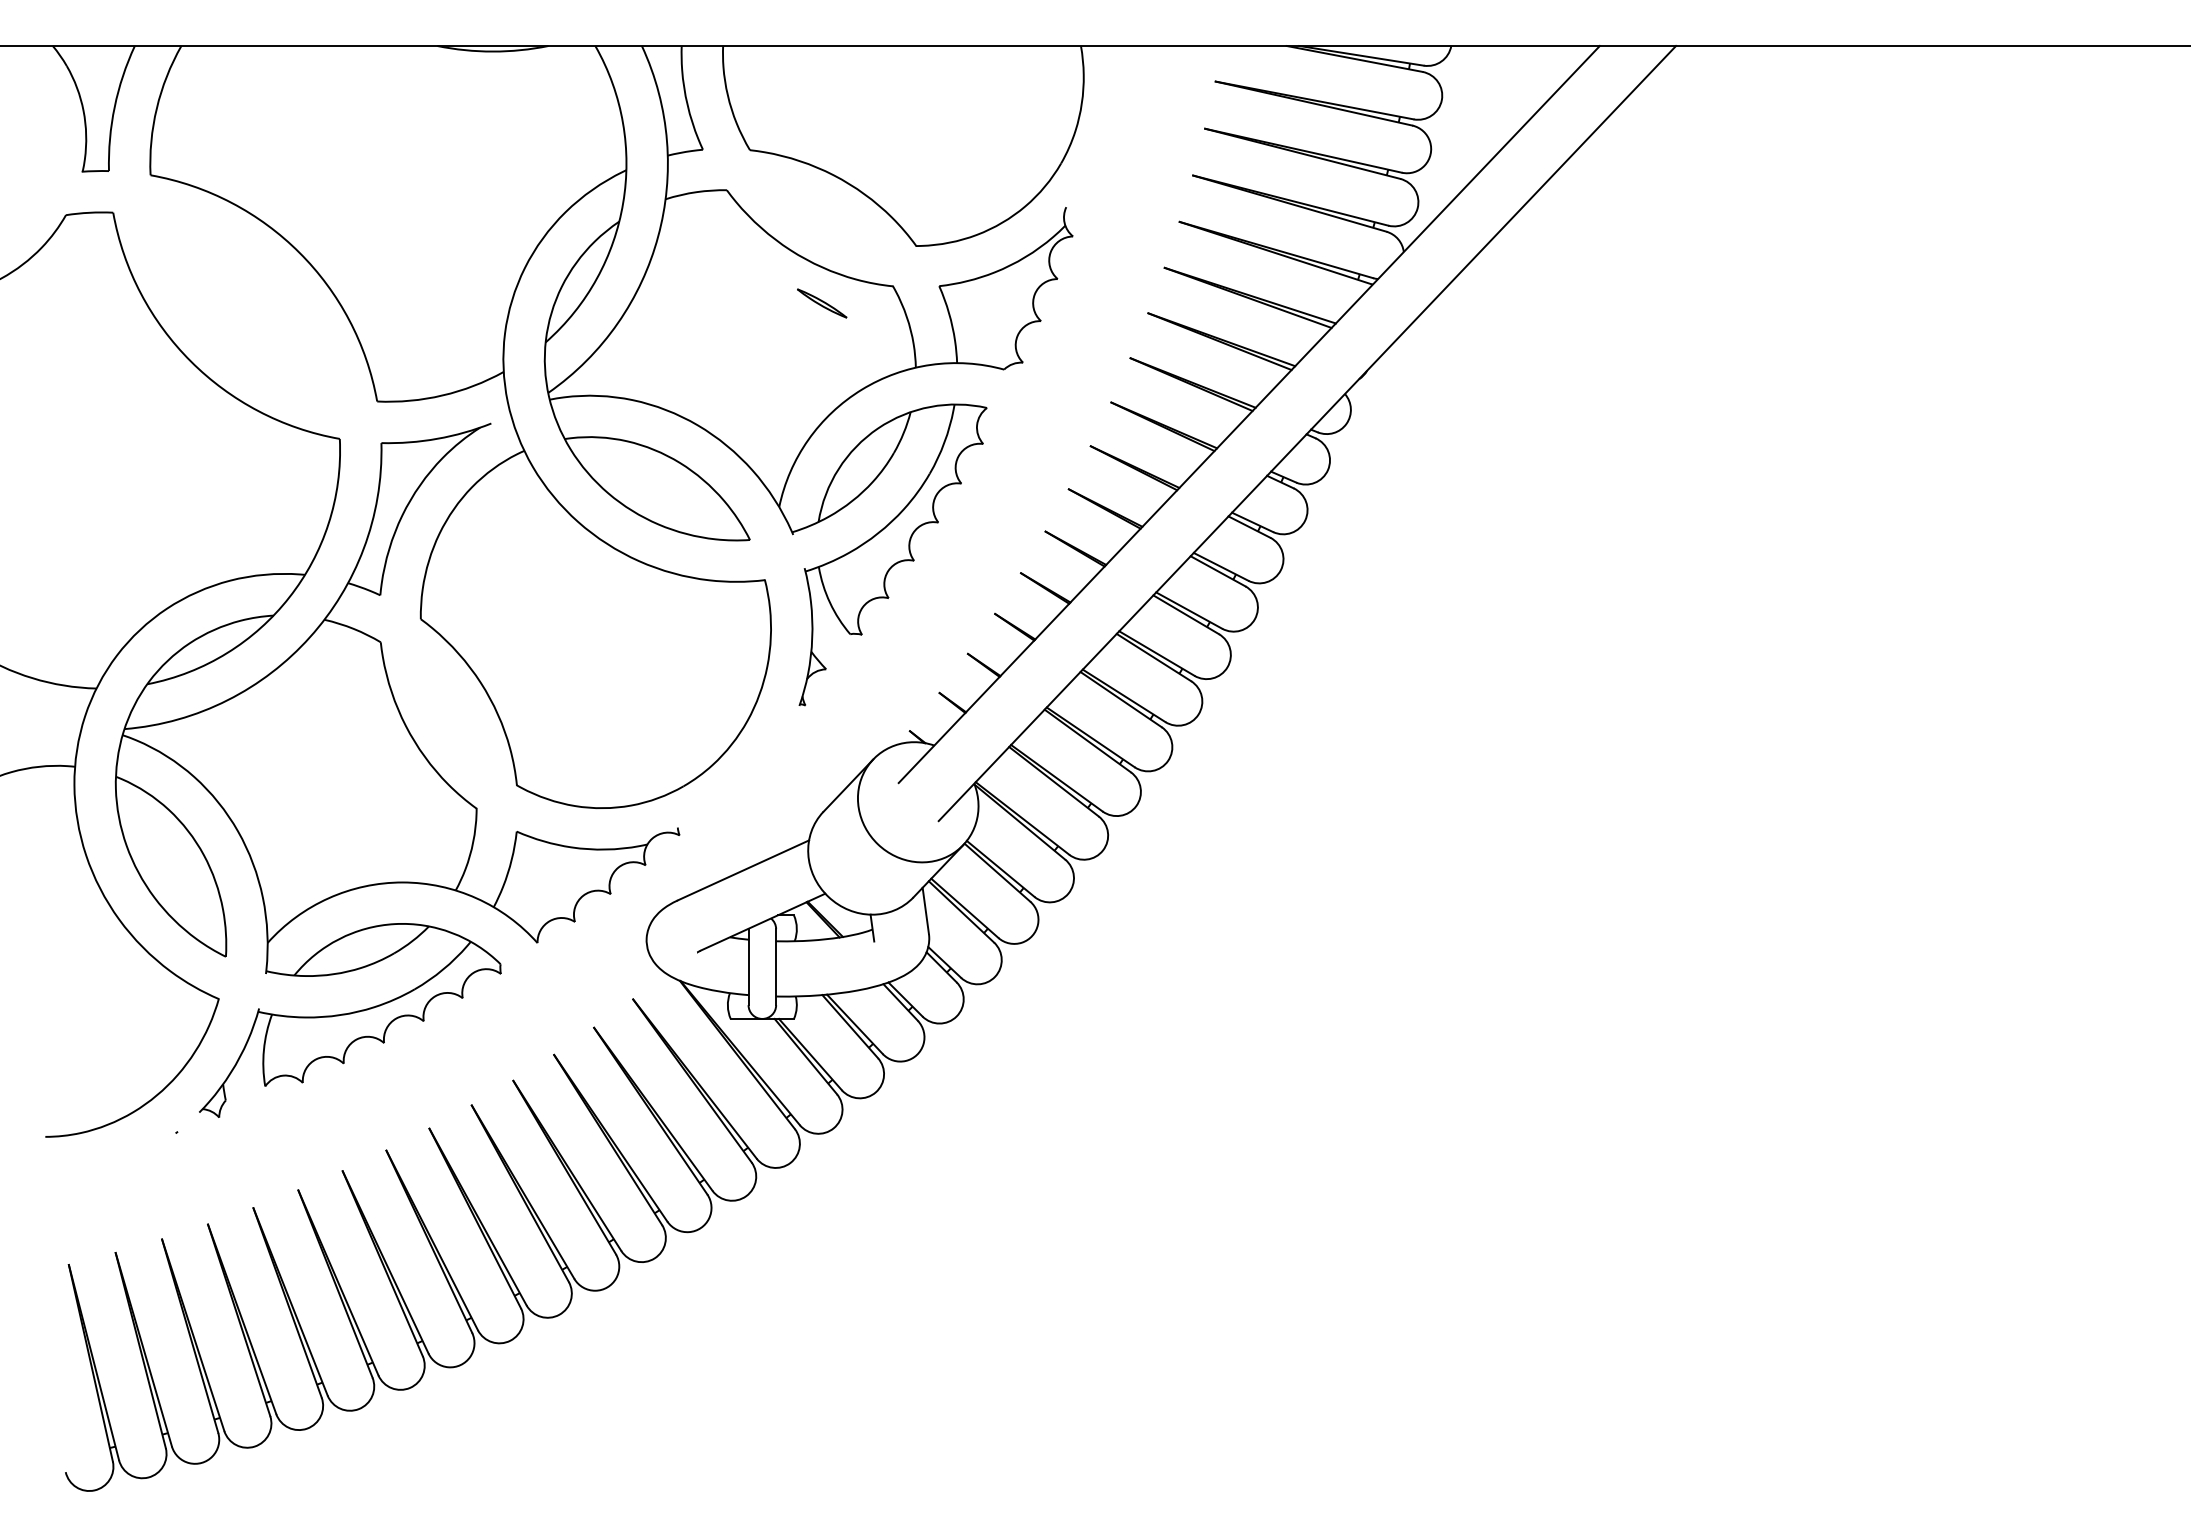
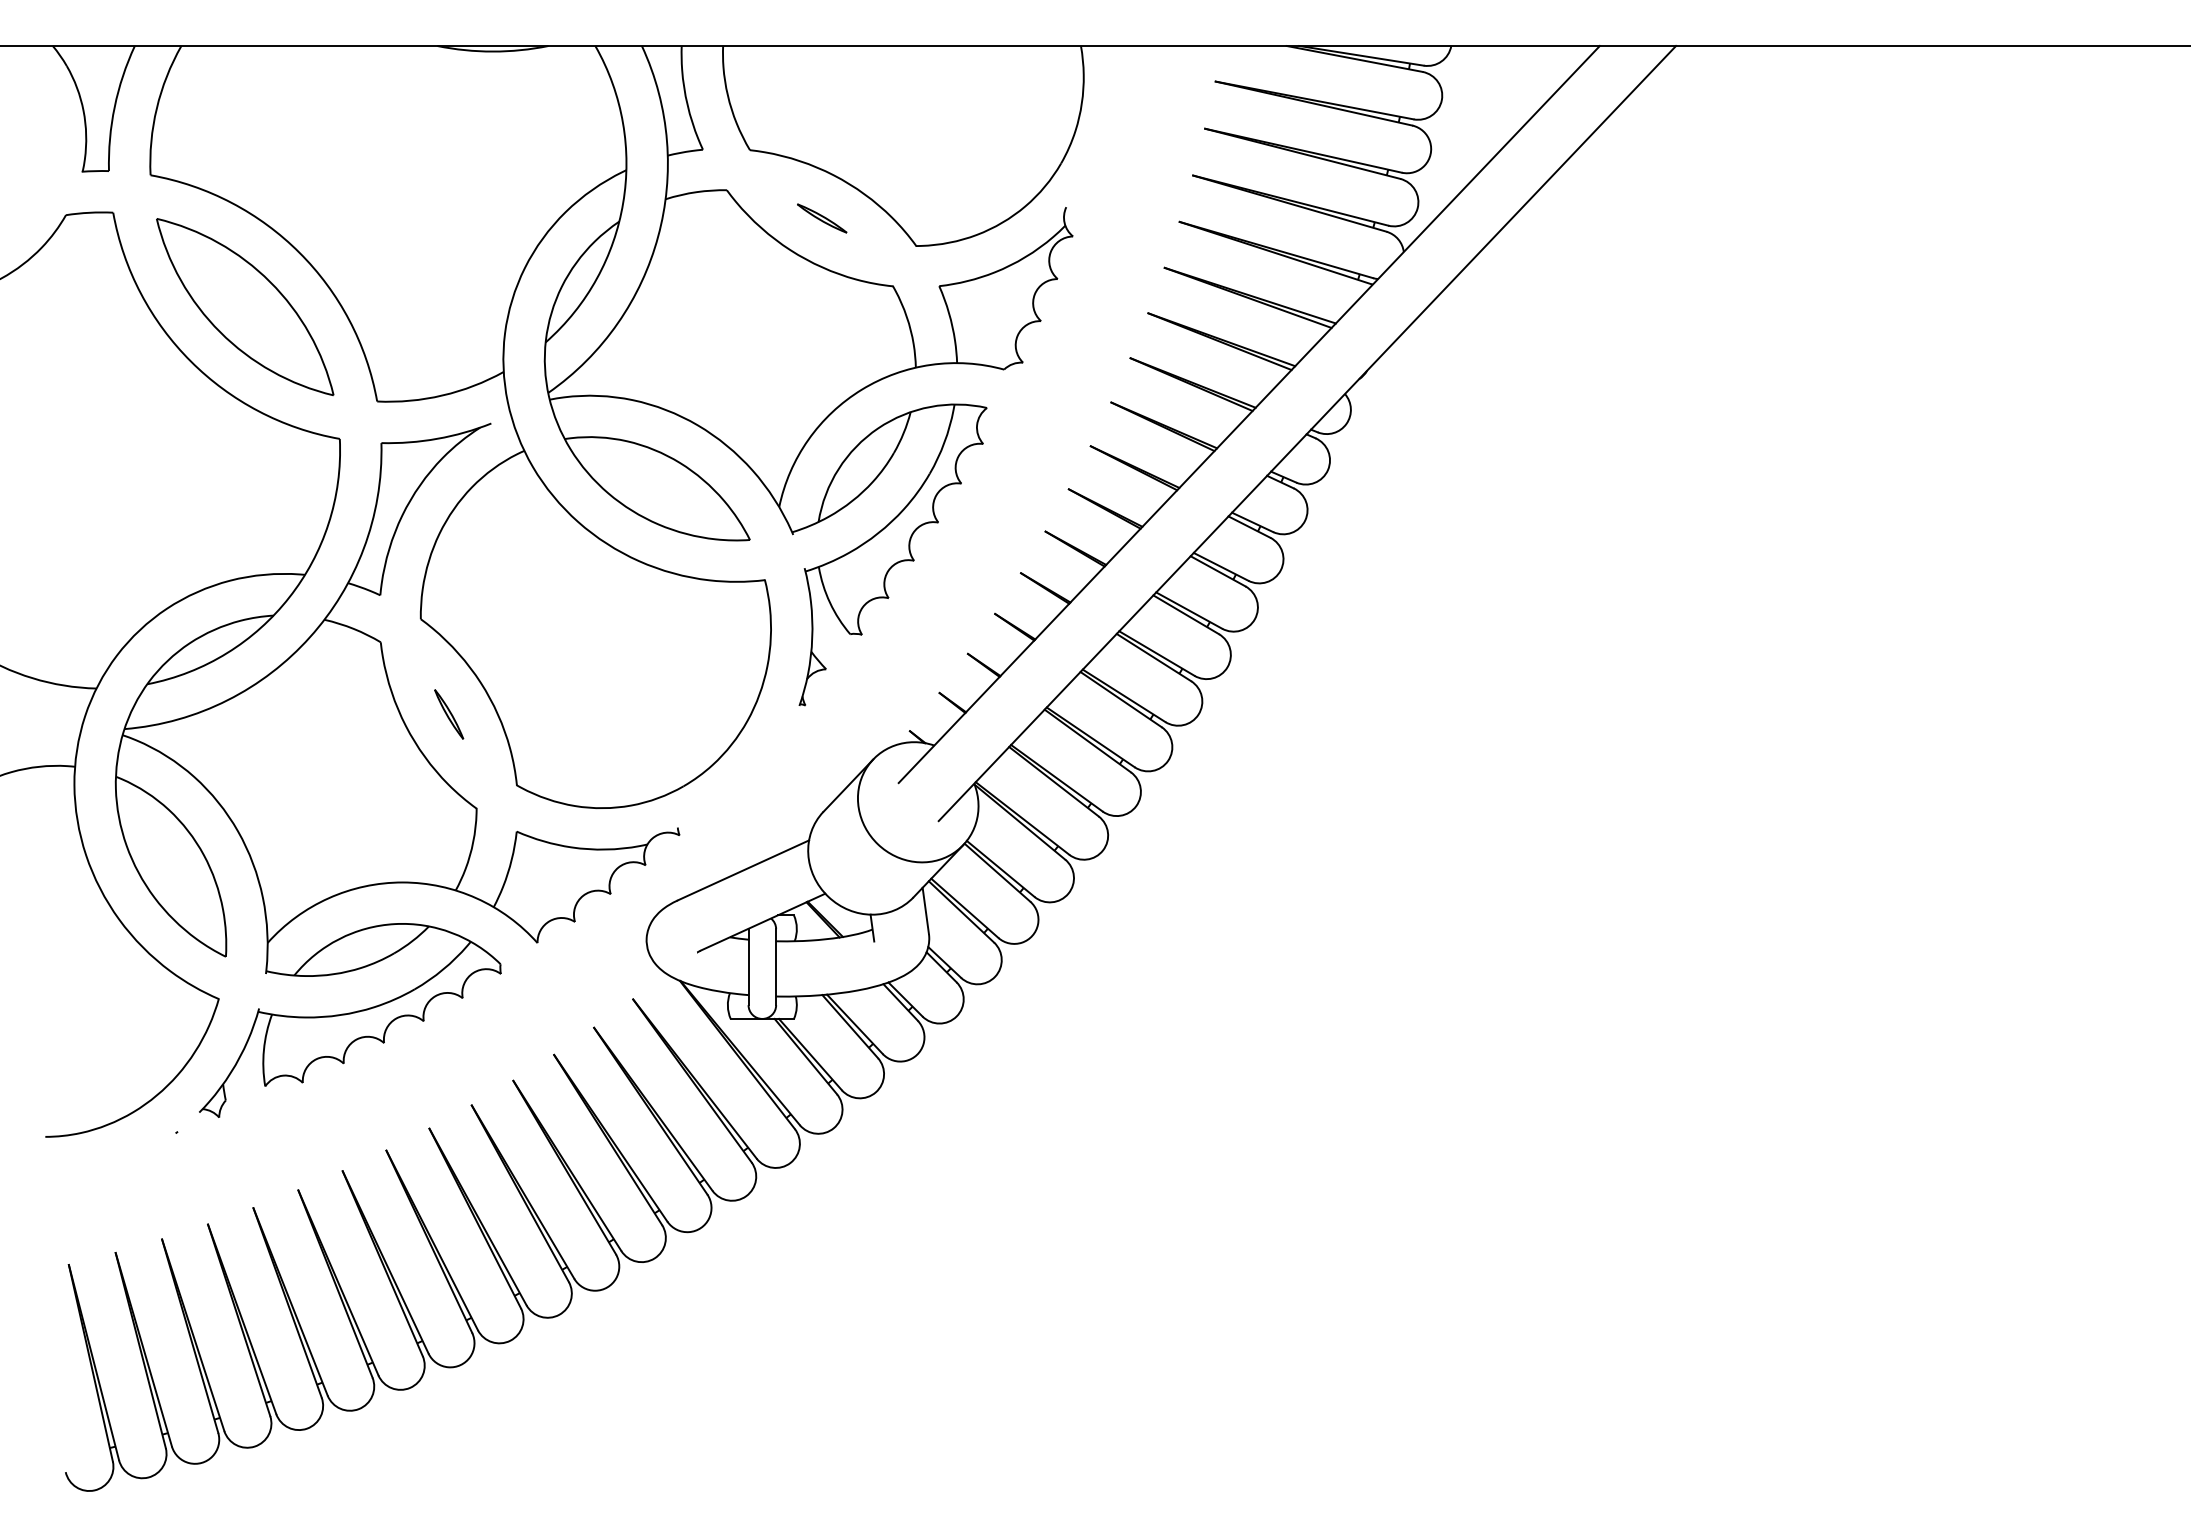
part at (822, 303) position: (822, 303) -> (822, 218)
part at (245, 307): none -> present
part at (449, 714): none -> present
